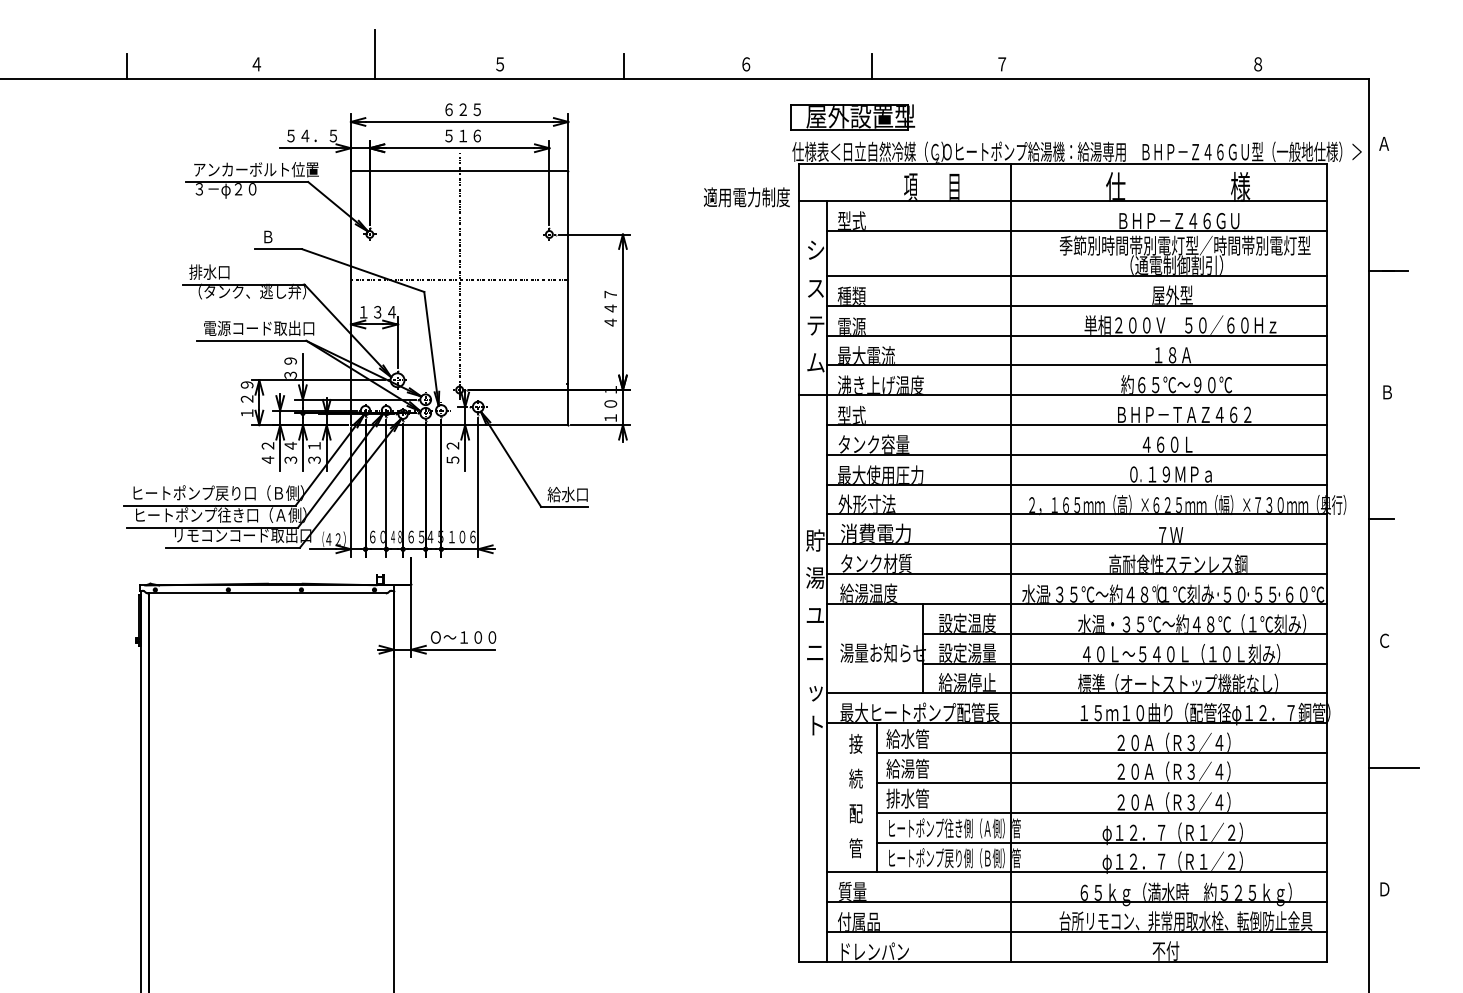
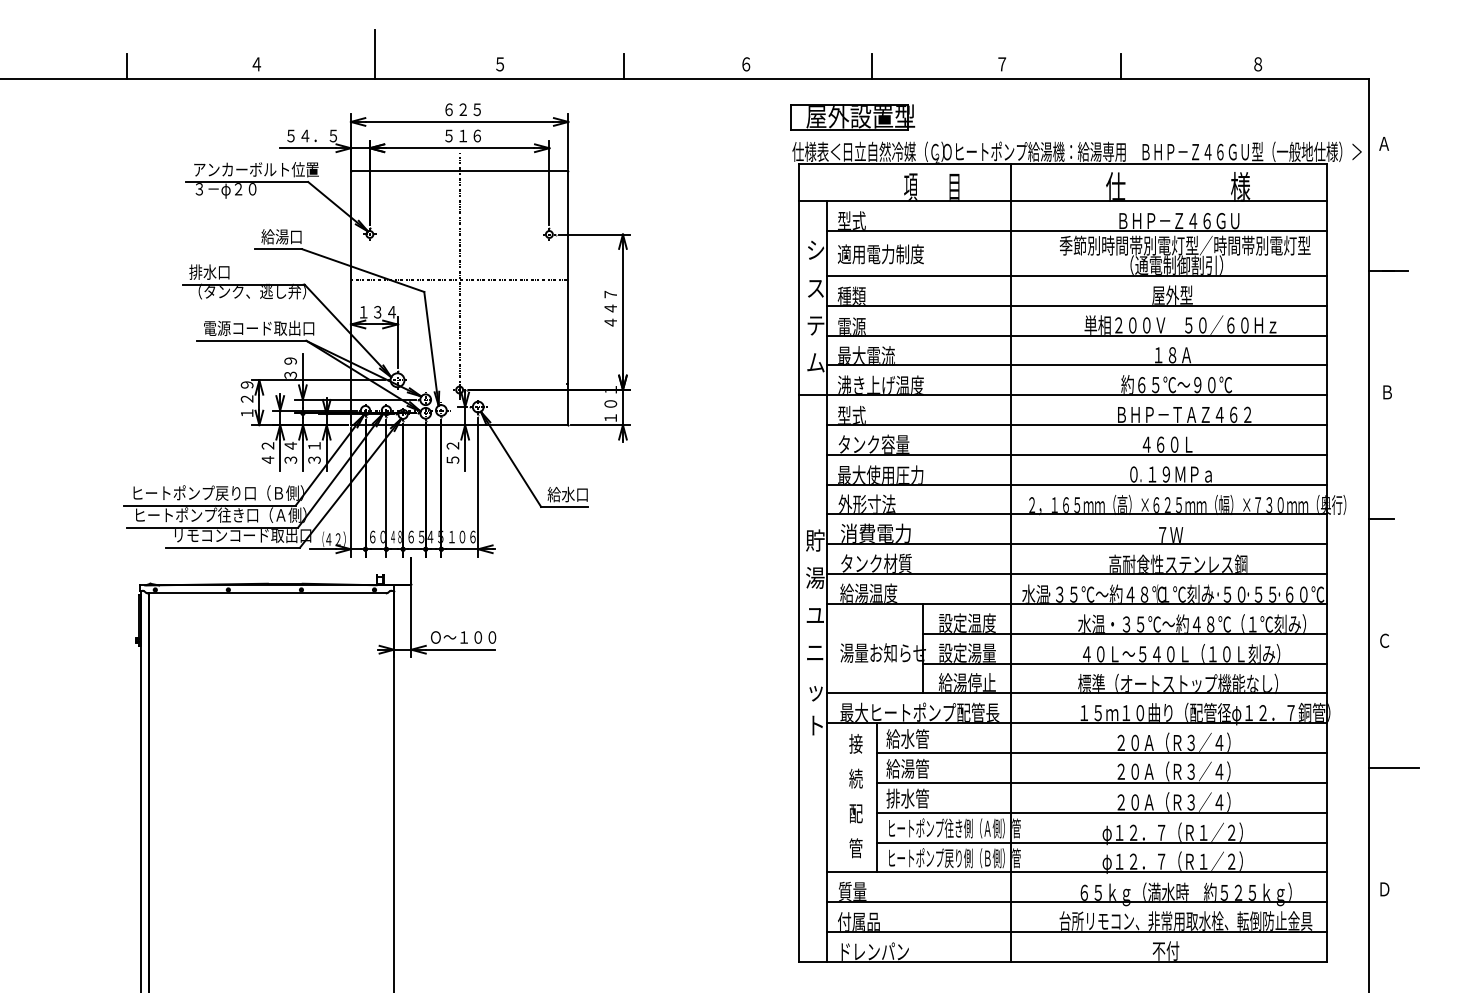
line at (1120, 66): none -> present
text at (746, 197) position: (746, 197) -> (880, 254)
text at (281, 236): Ｂ -> 給湯口
